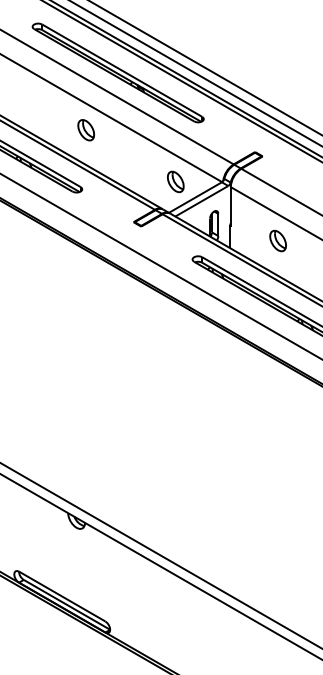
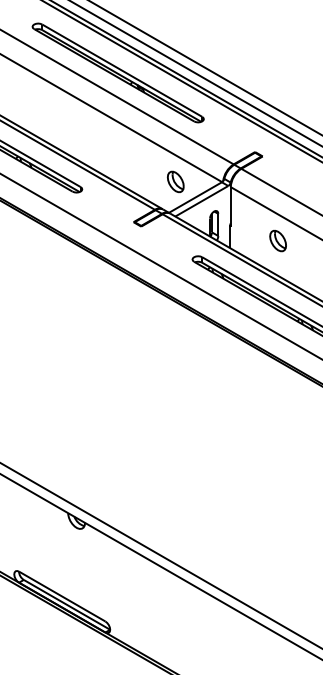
part at (85, 130): present -> none
